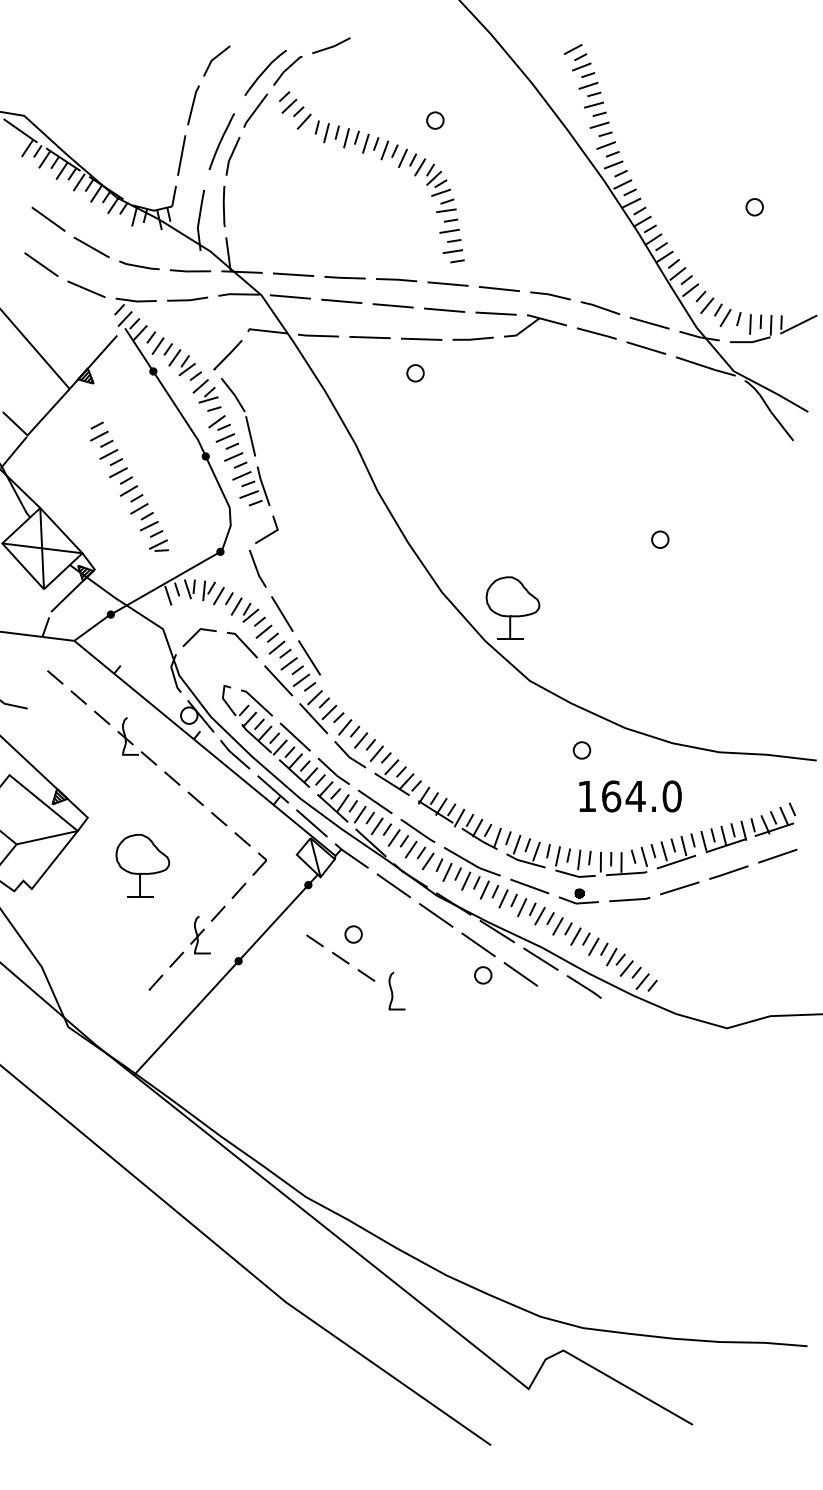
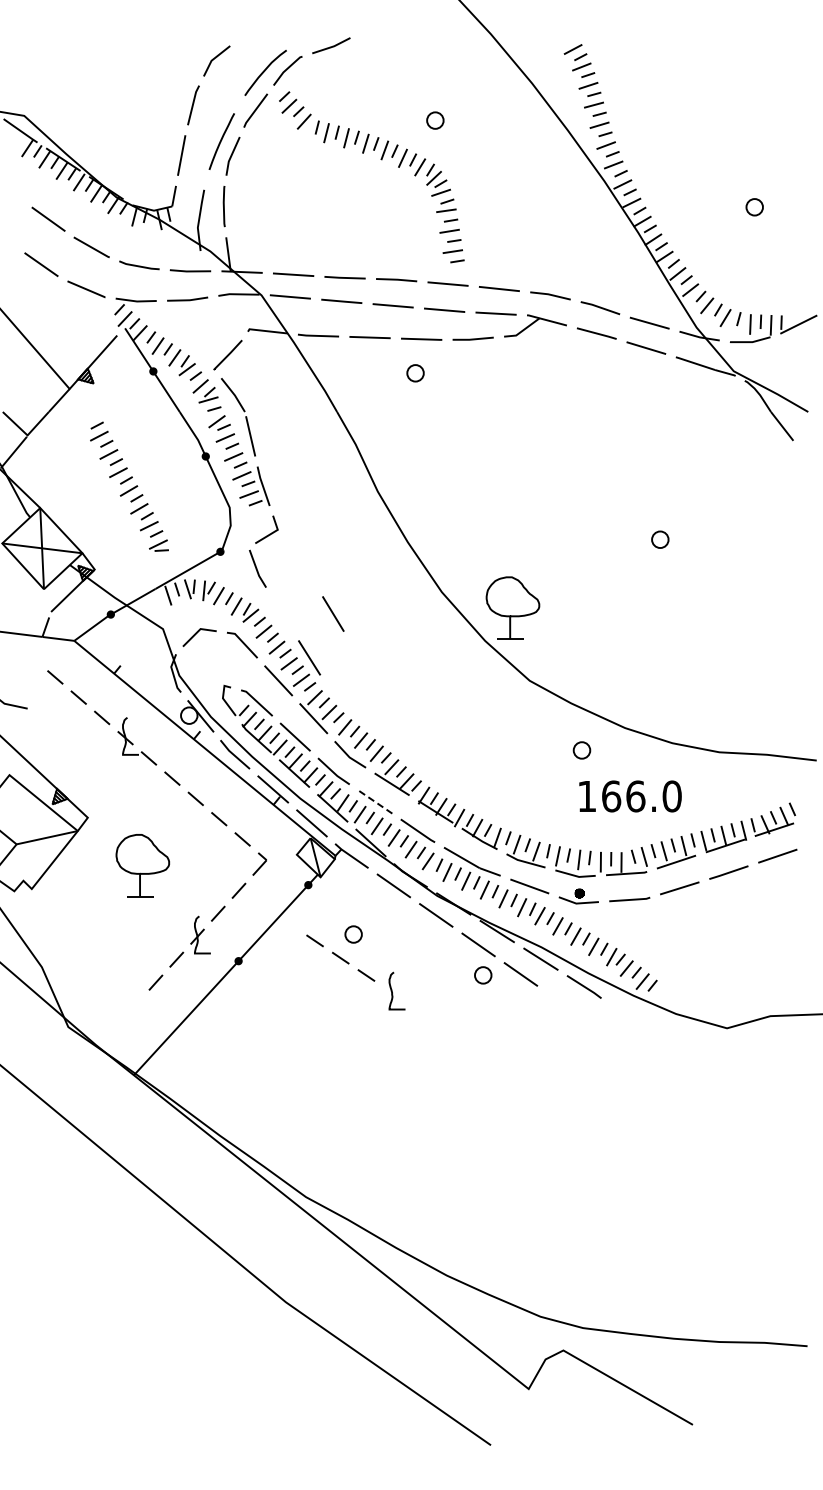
line at (282, 613) position: (282, 613) -> (333, 613)
text at (635, 796): 164.0 -> 166.0
line at (375, 801): solid -> dashed
